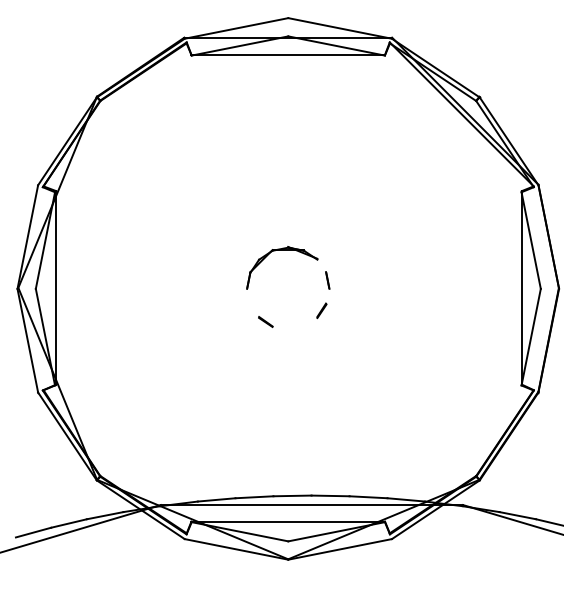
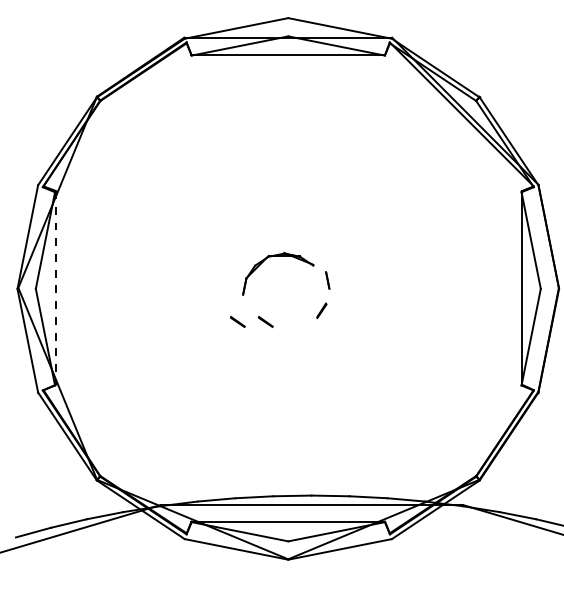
part at (282, 250) position: (282, 250) -> (278, 256)
line at (56, 287): solid -> dashed
line at (237, 321): none -> present
